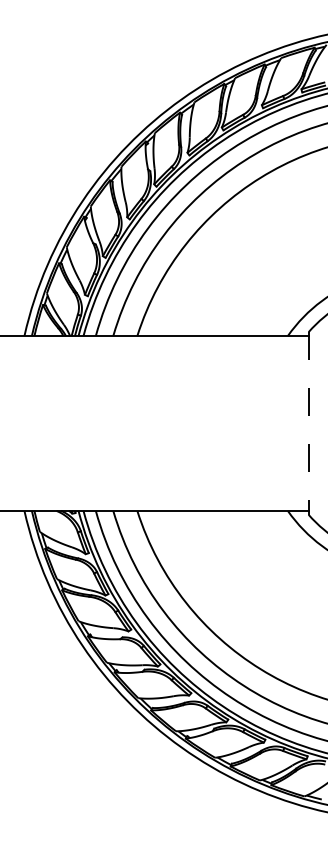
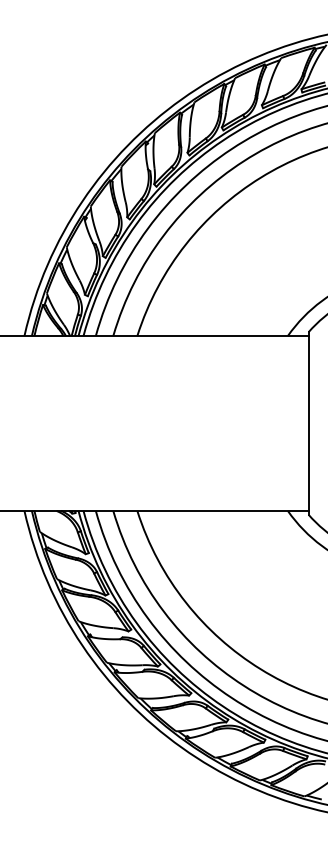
line at (308, 424): dashed -> solid
